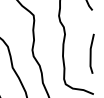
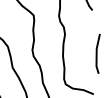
line at (91, 53) position: (91, 53) -> (97, 53)
